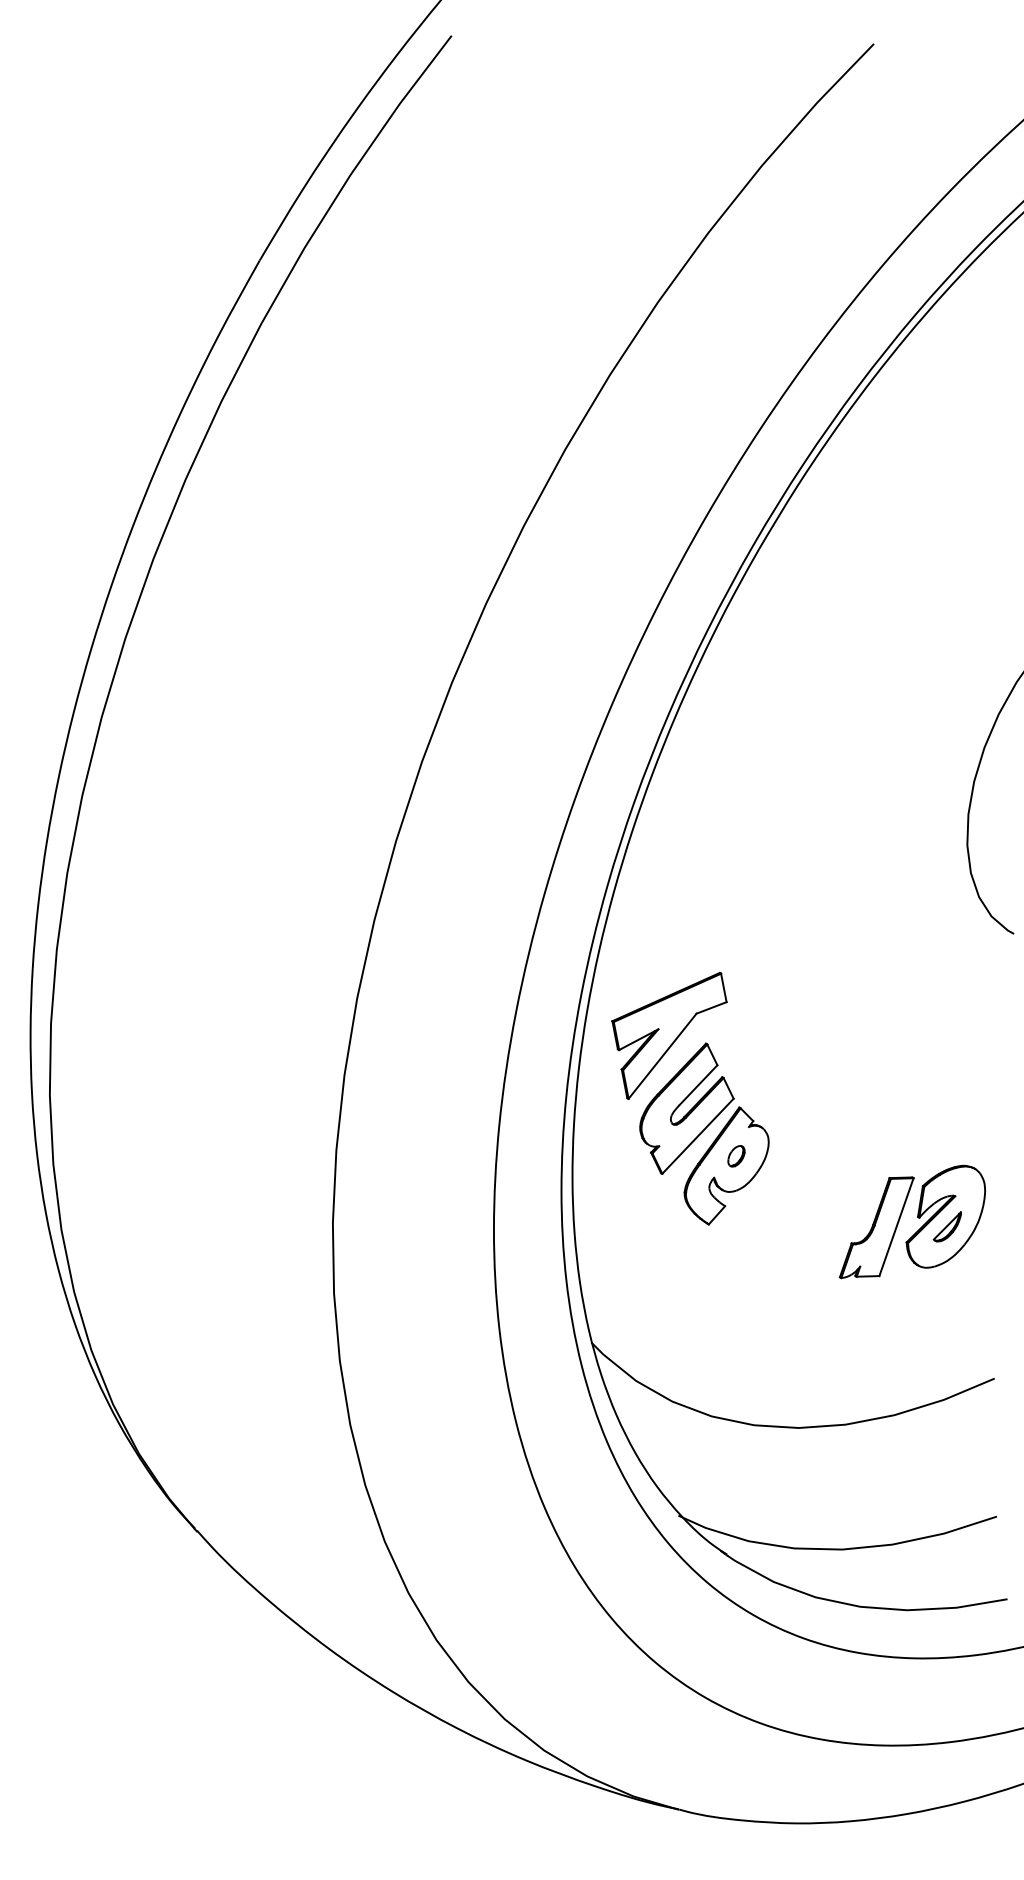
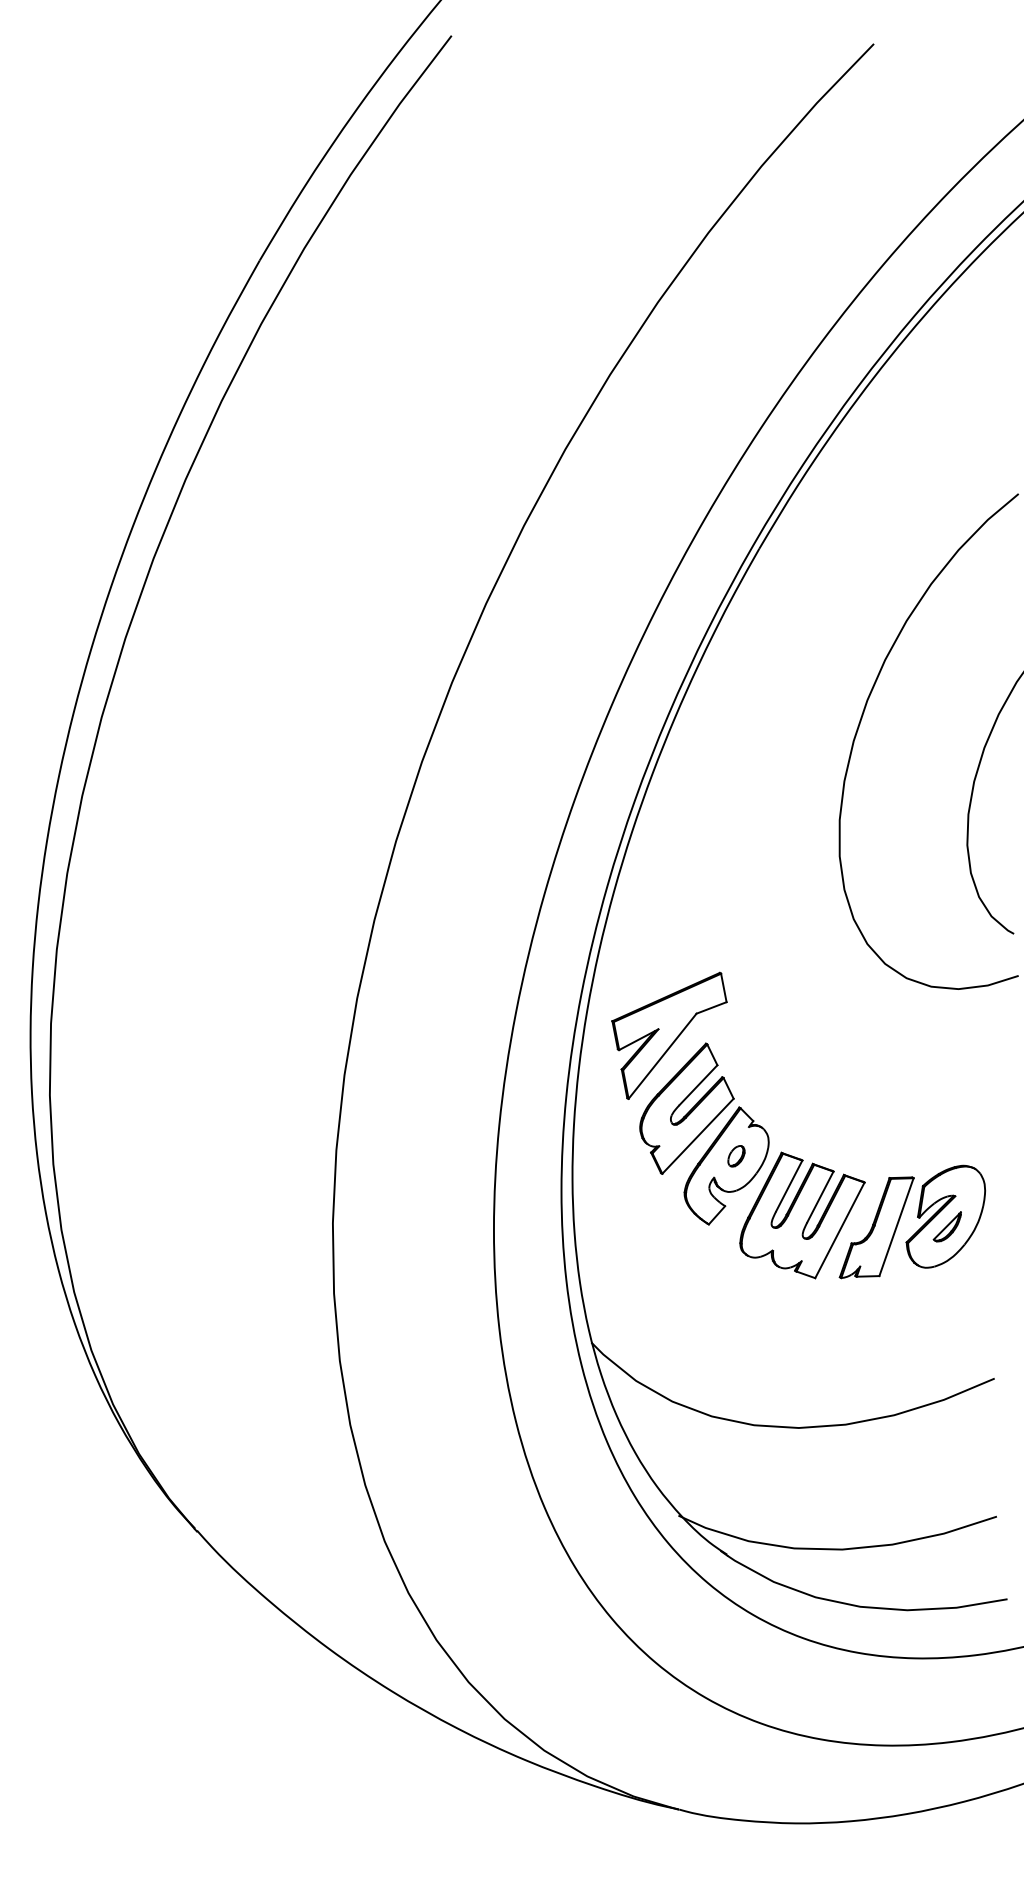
curve at (862, 718): none -> present
part at (802, 1215): none -> present
